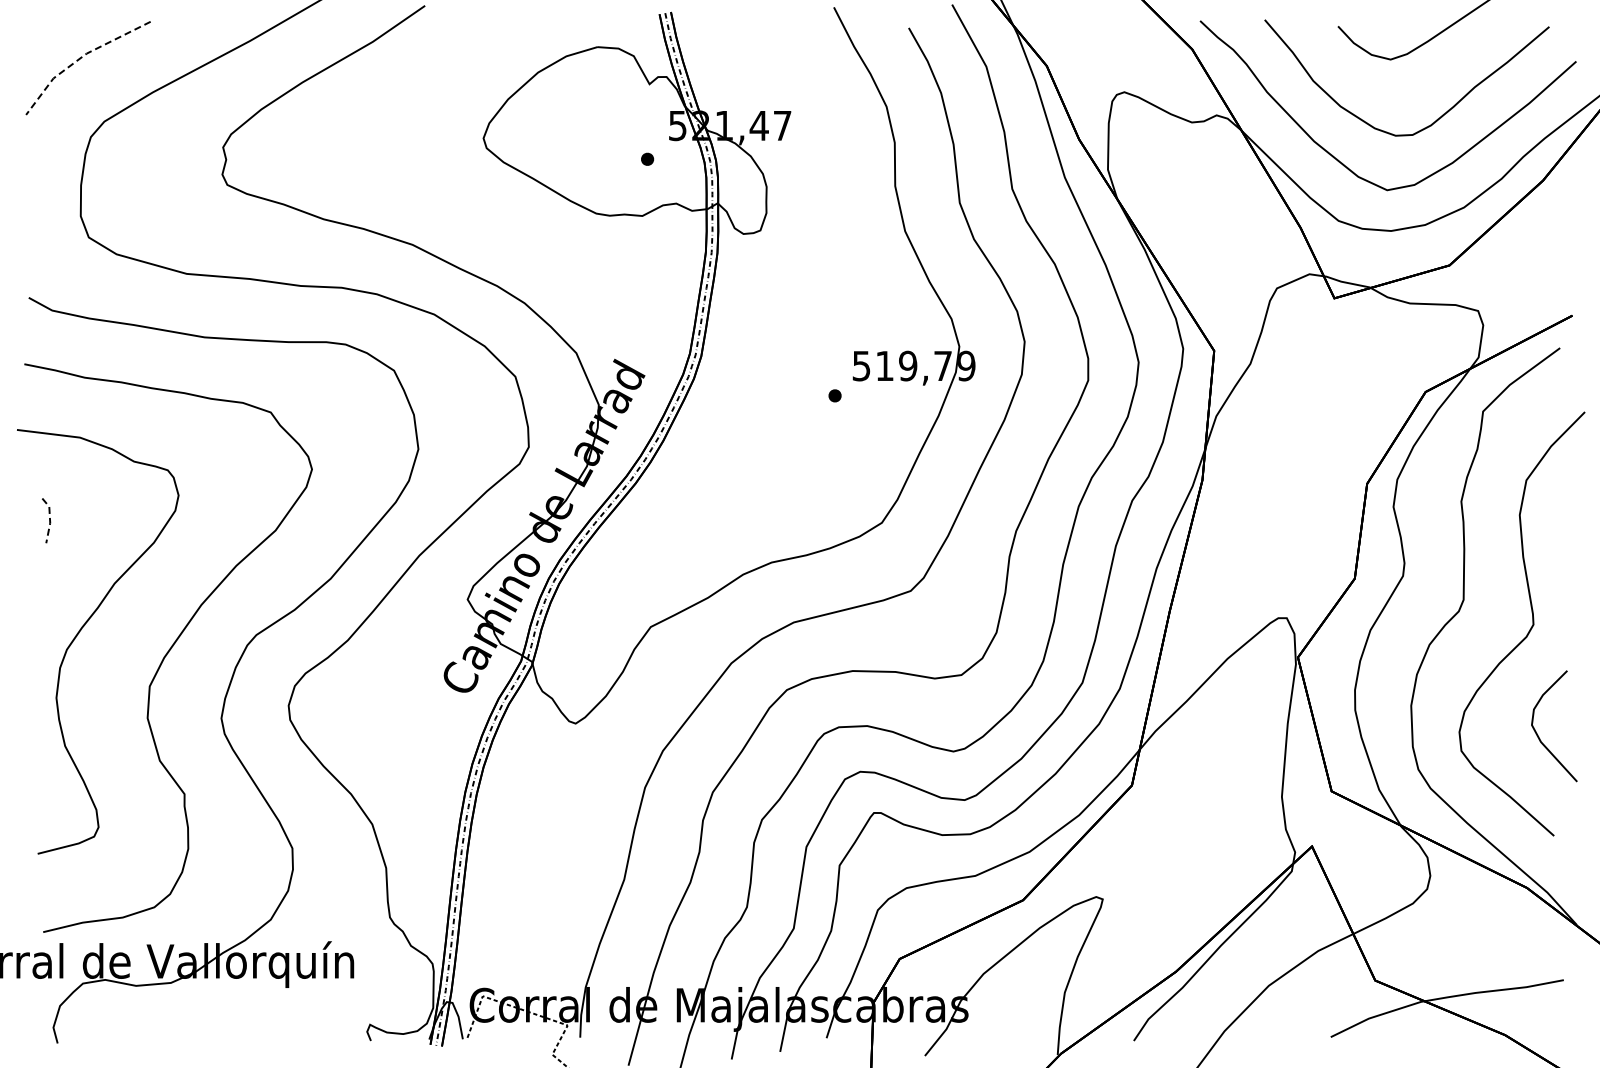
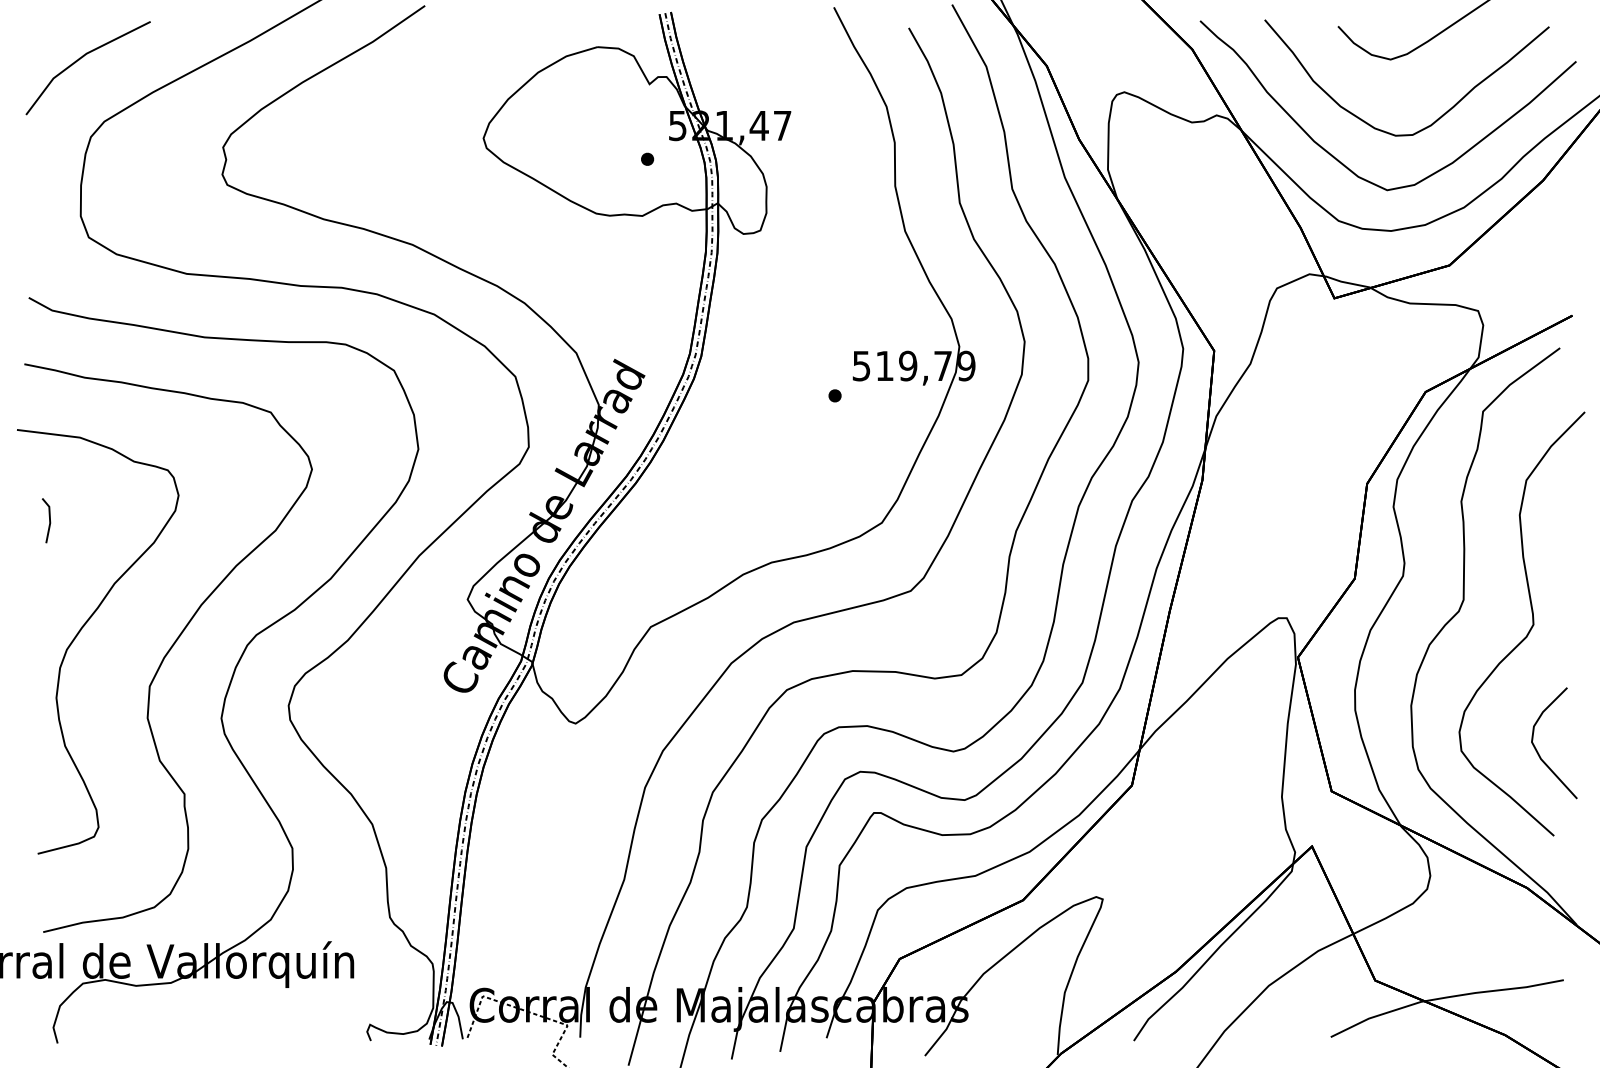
line at (80, 58): dashed -> solid
line at (50, 520): dashed -> solid
curve at (1539, 736) position: (1539, 736) -> (1539, 753)
